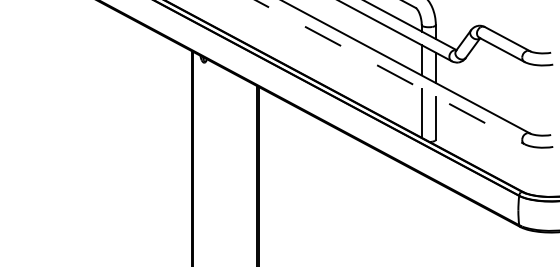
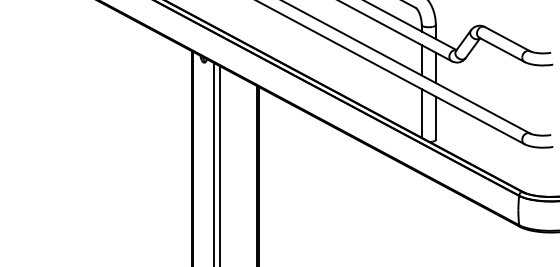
line at (390, 72): dashed -> solid
line at (214, 163): none -> present
line at (219, 164): none -> present
